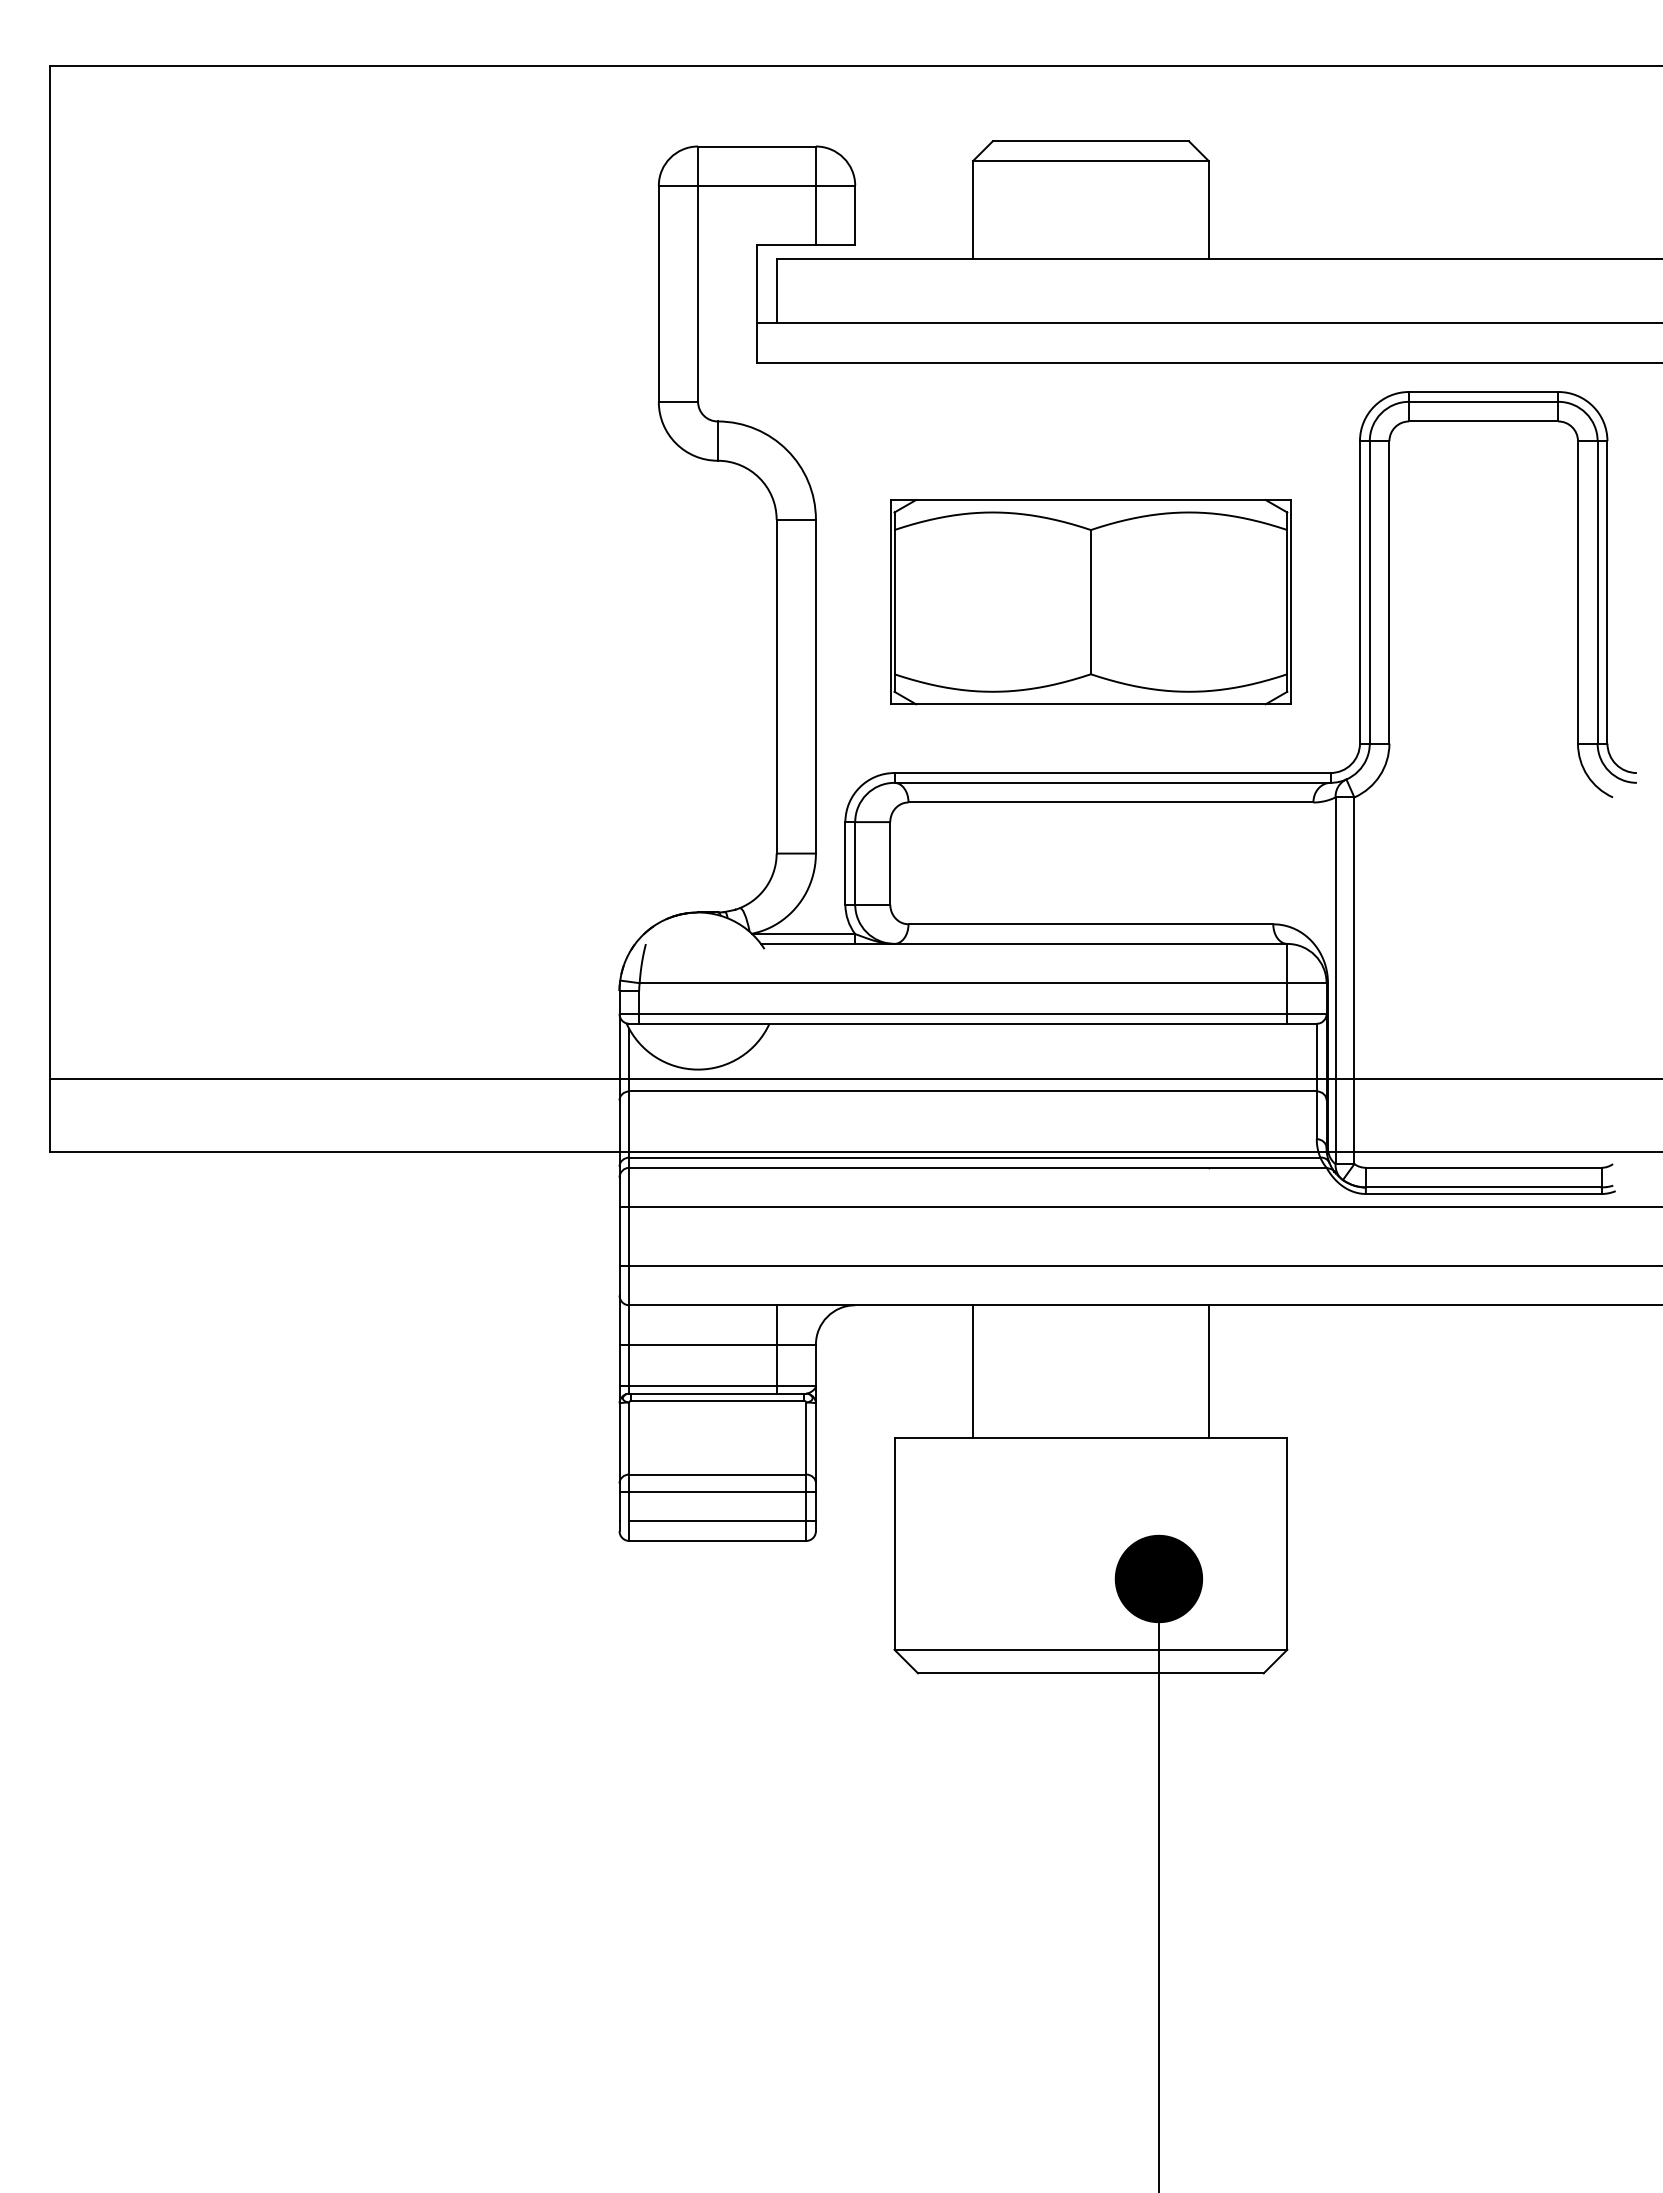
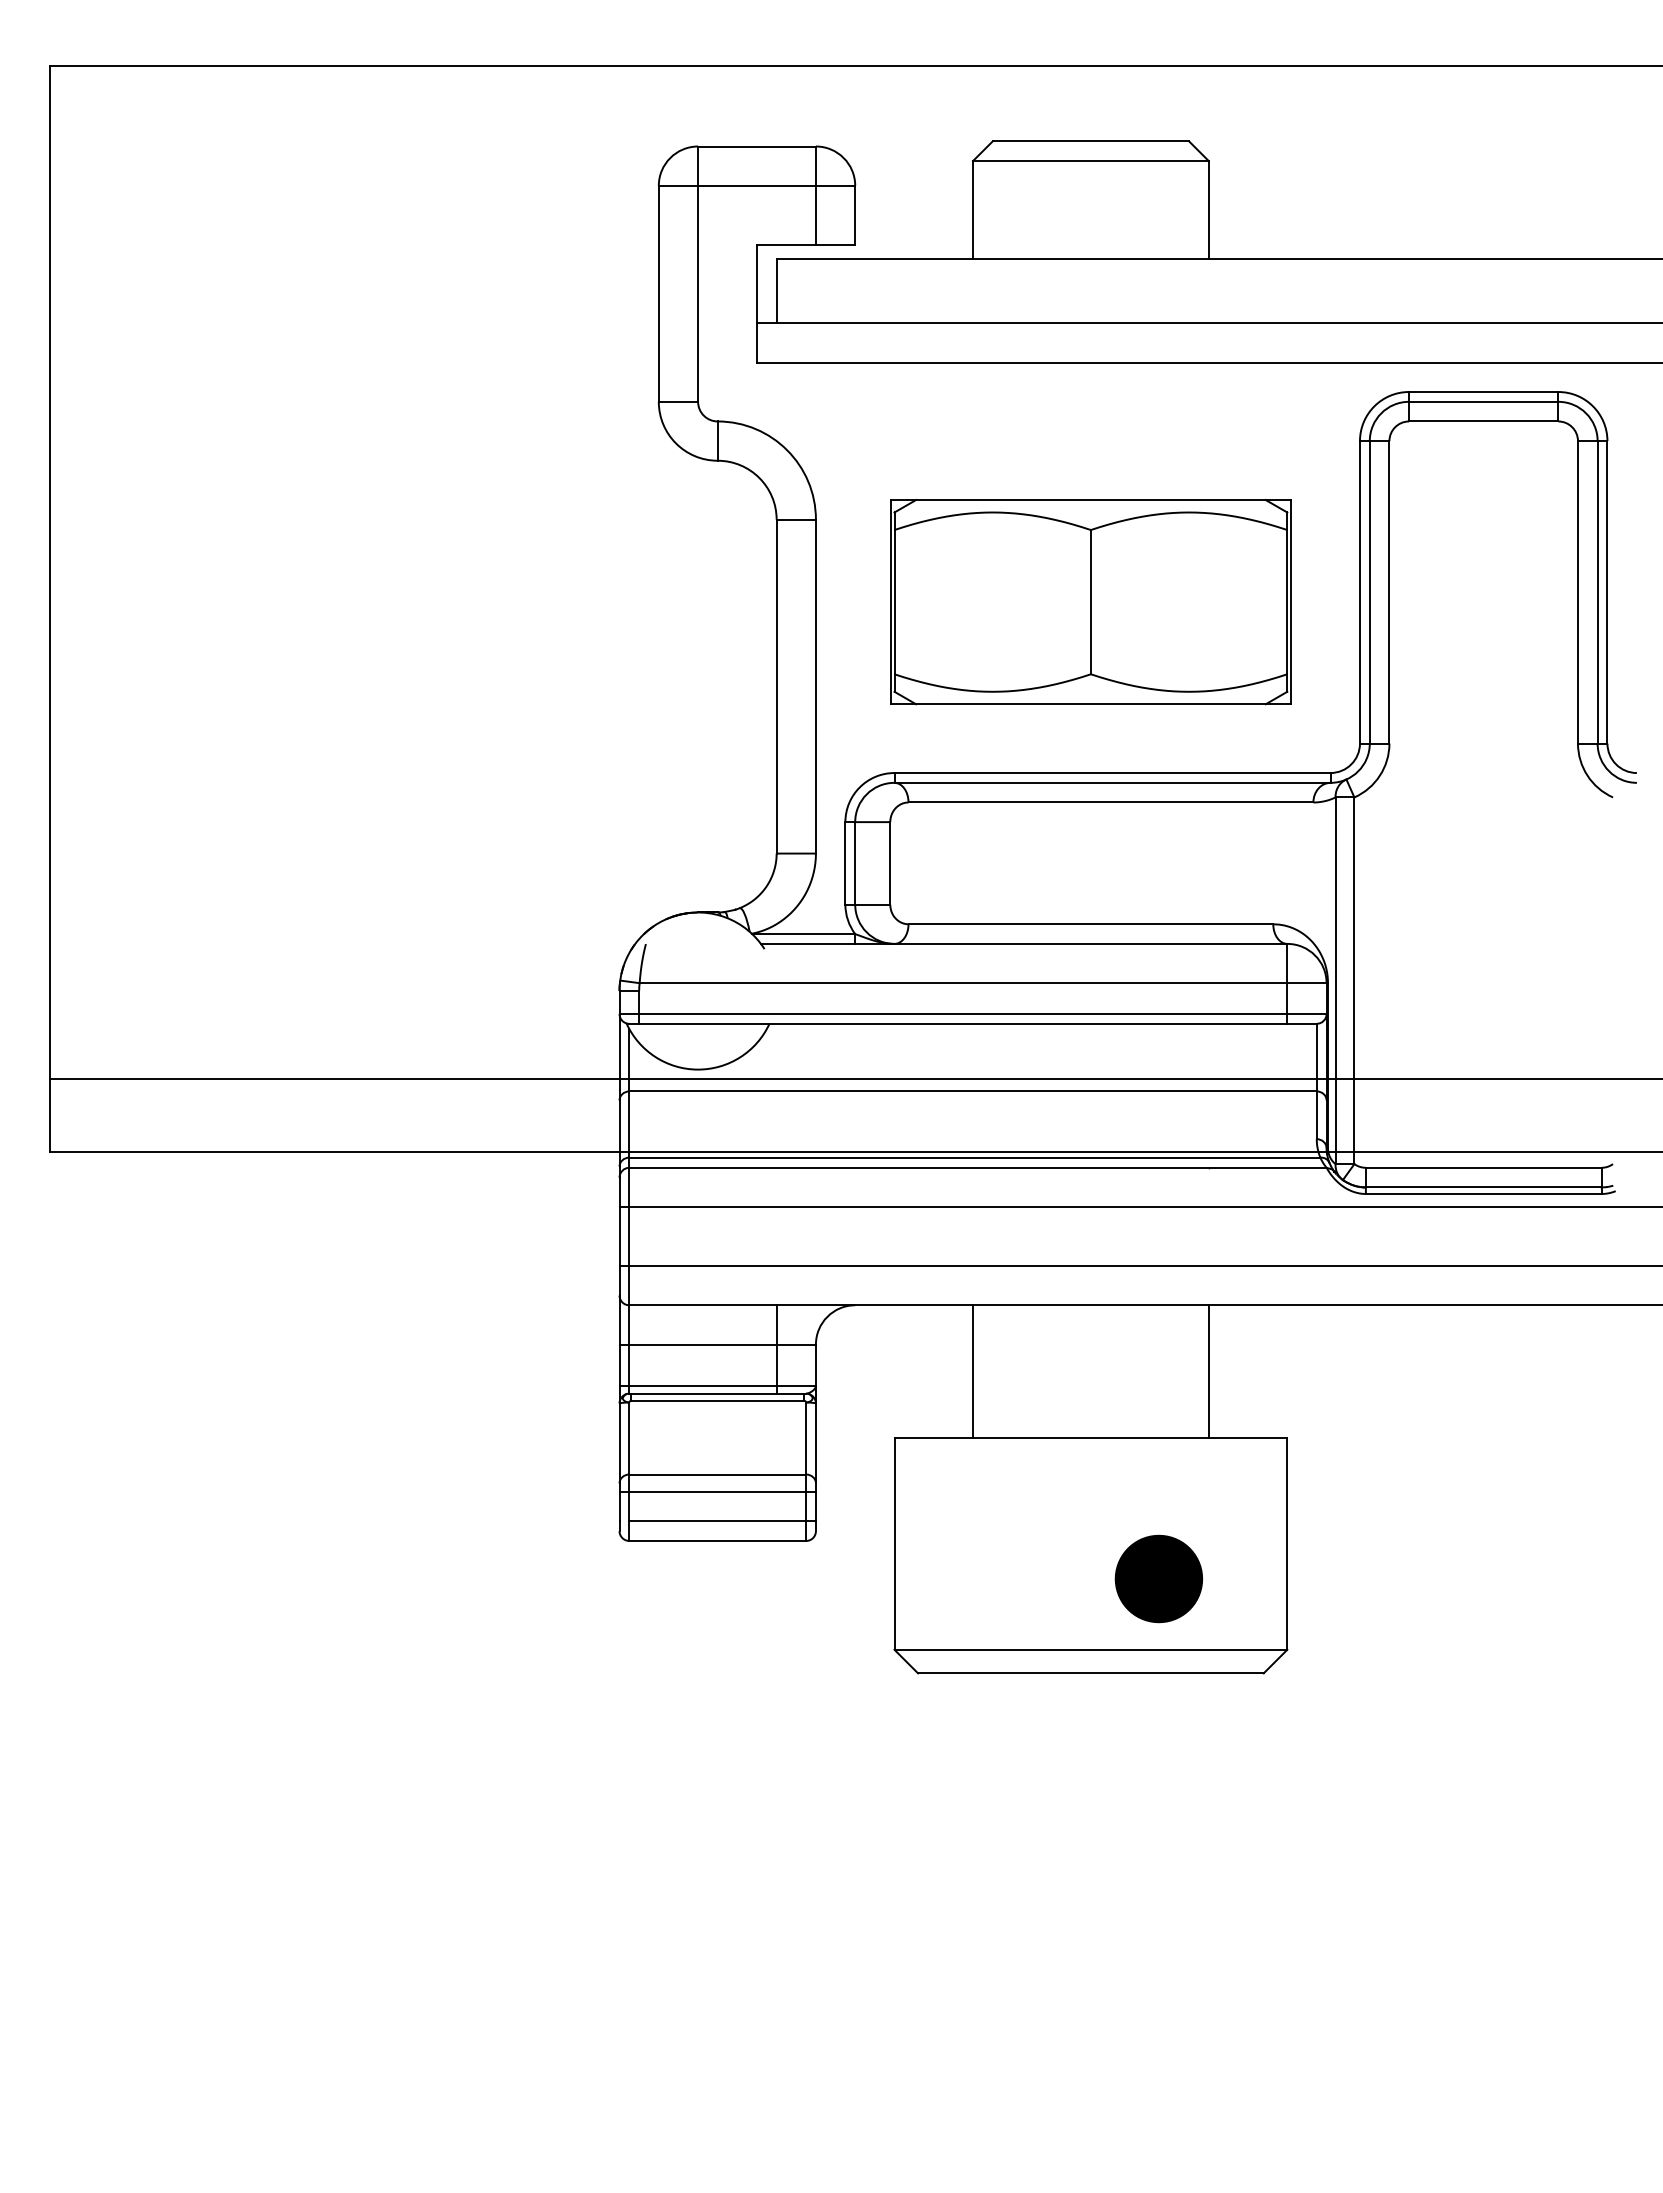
line at (1158, 1884): present -> none
